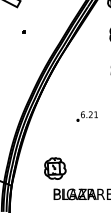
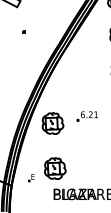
part at (52, 123): none -> present
part at (31, 178): none -> present
